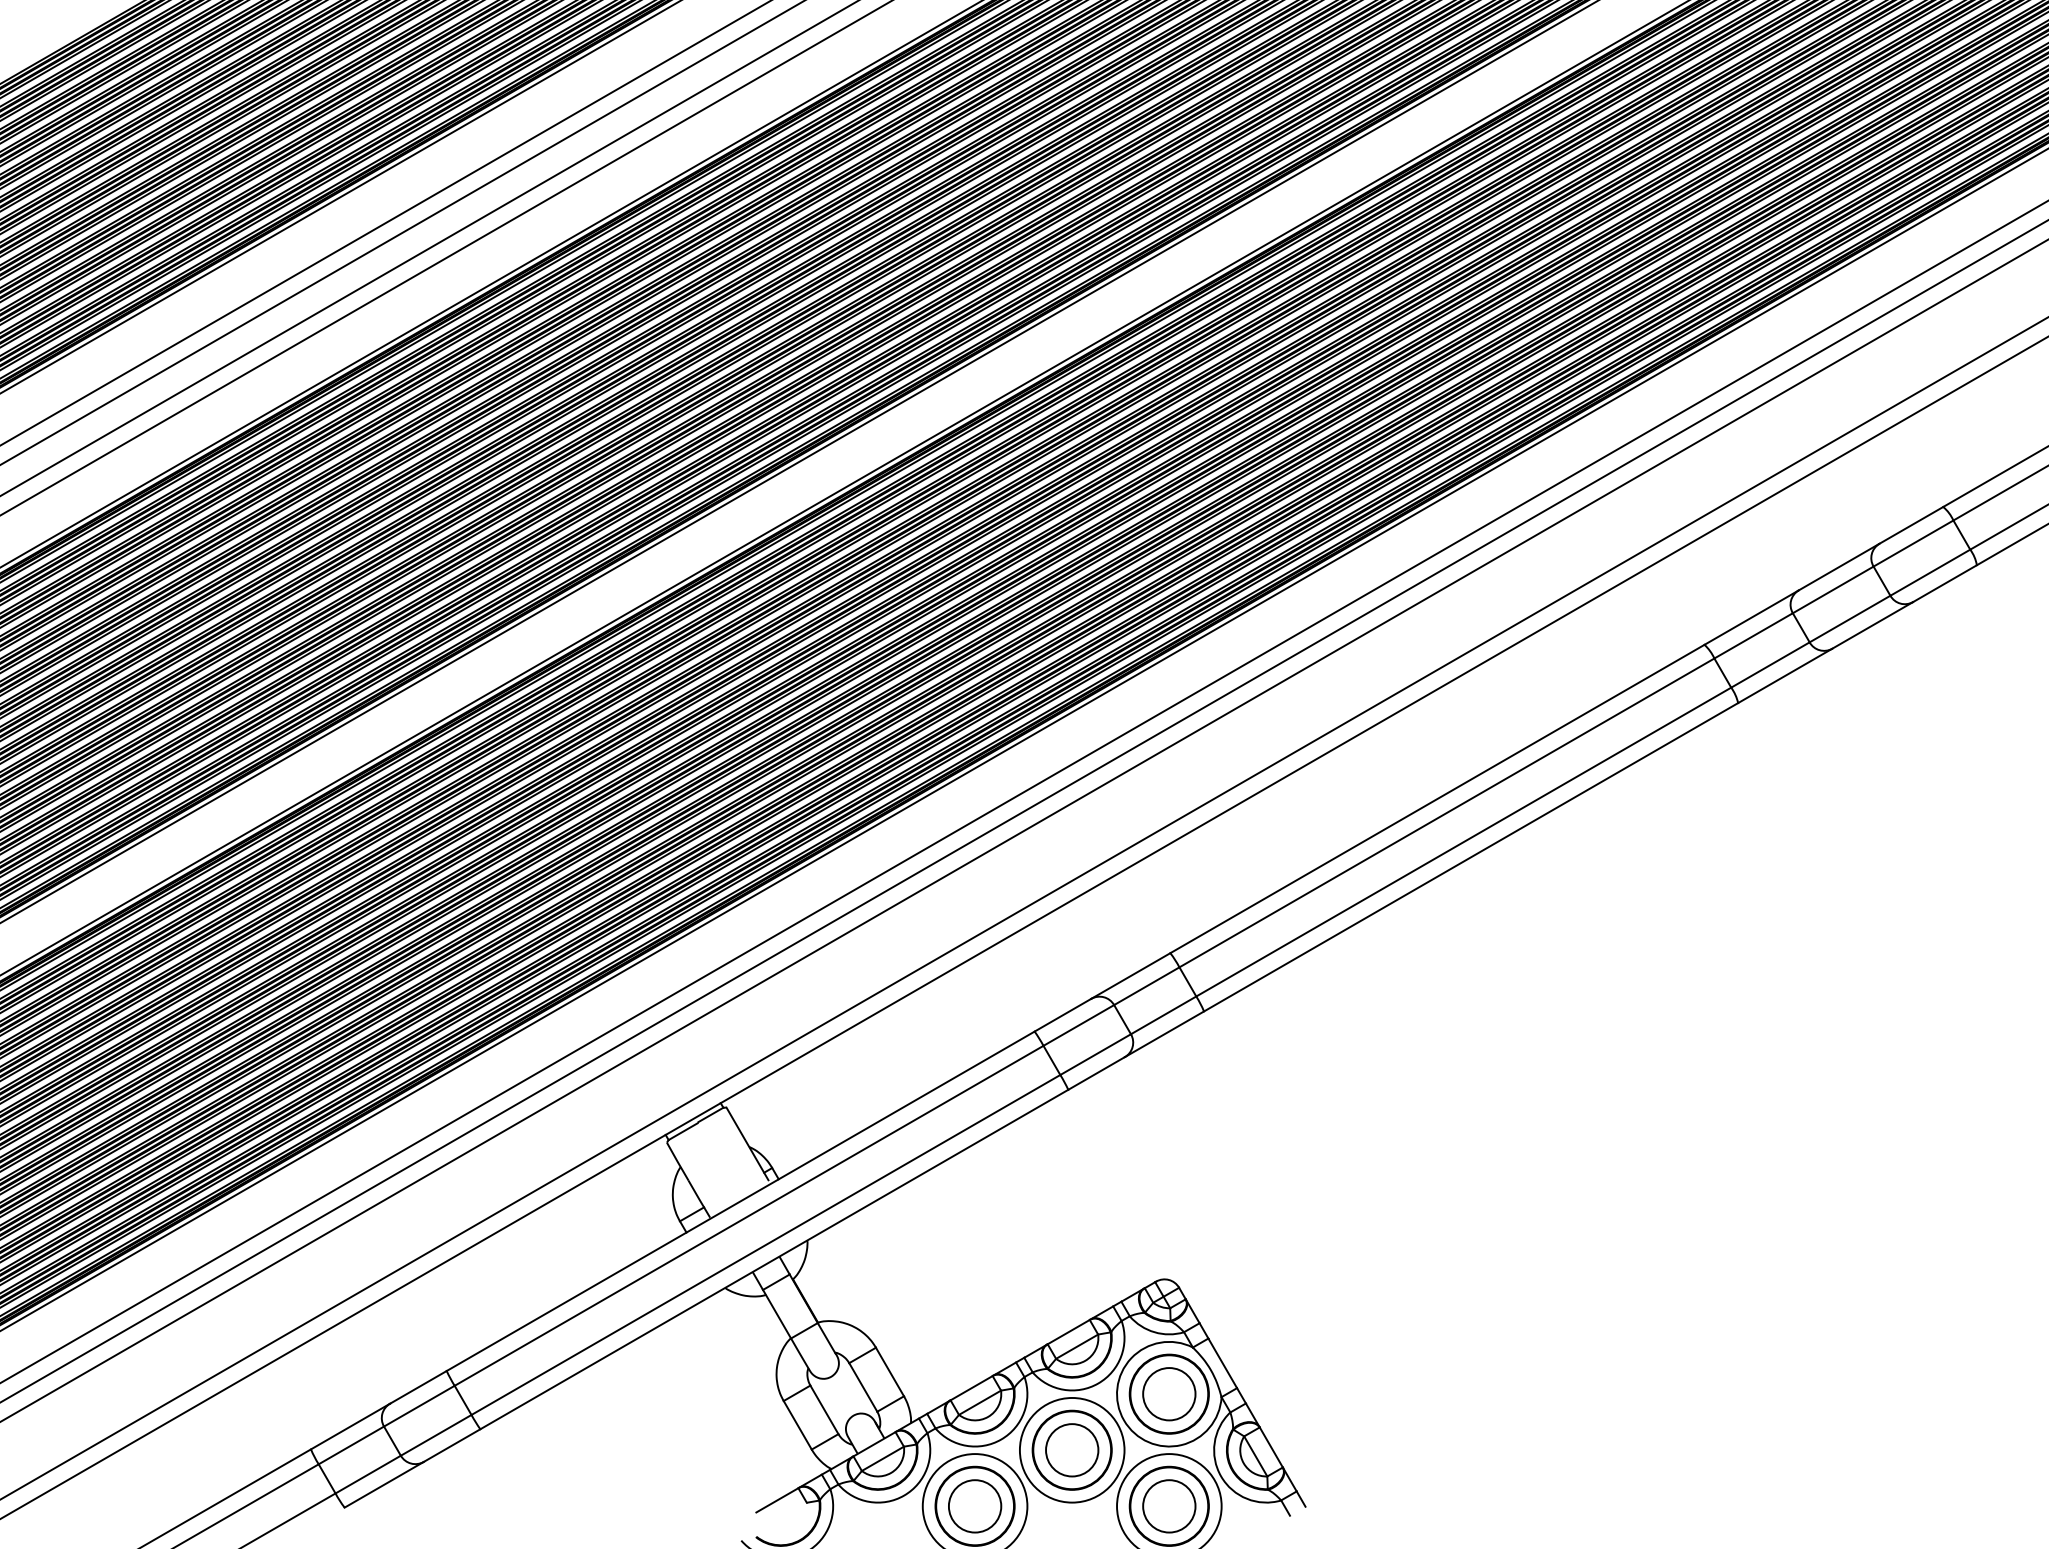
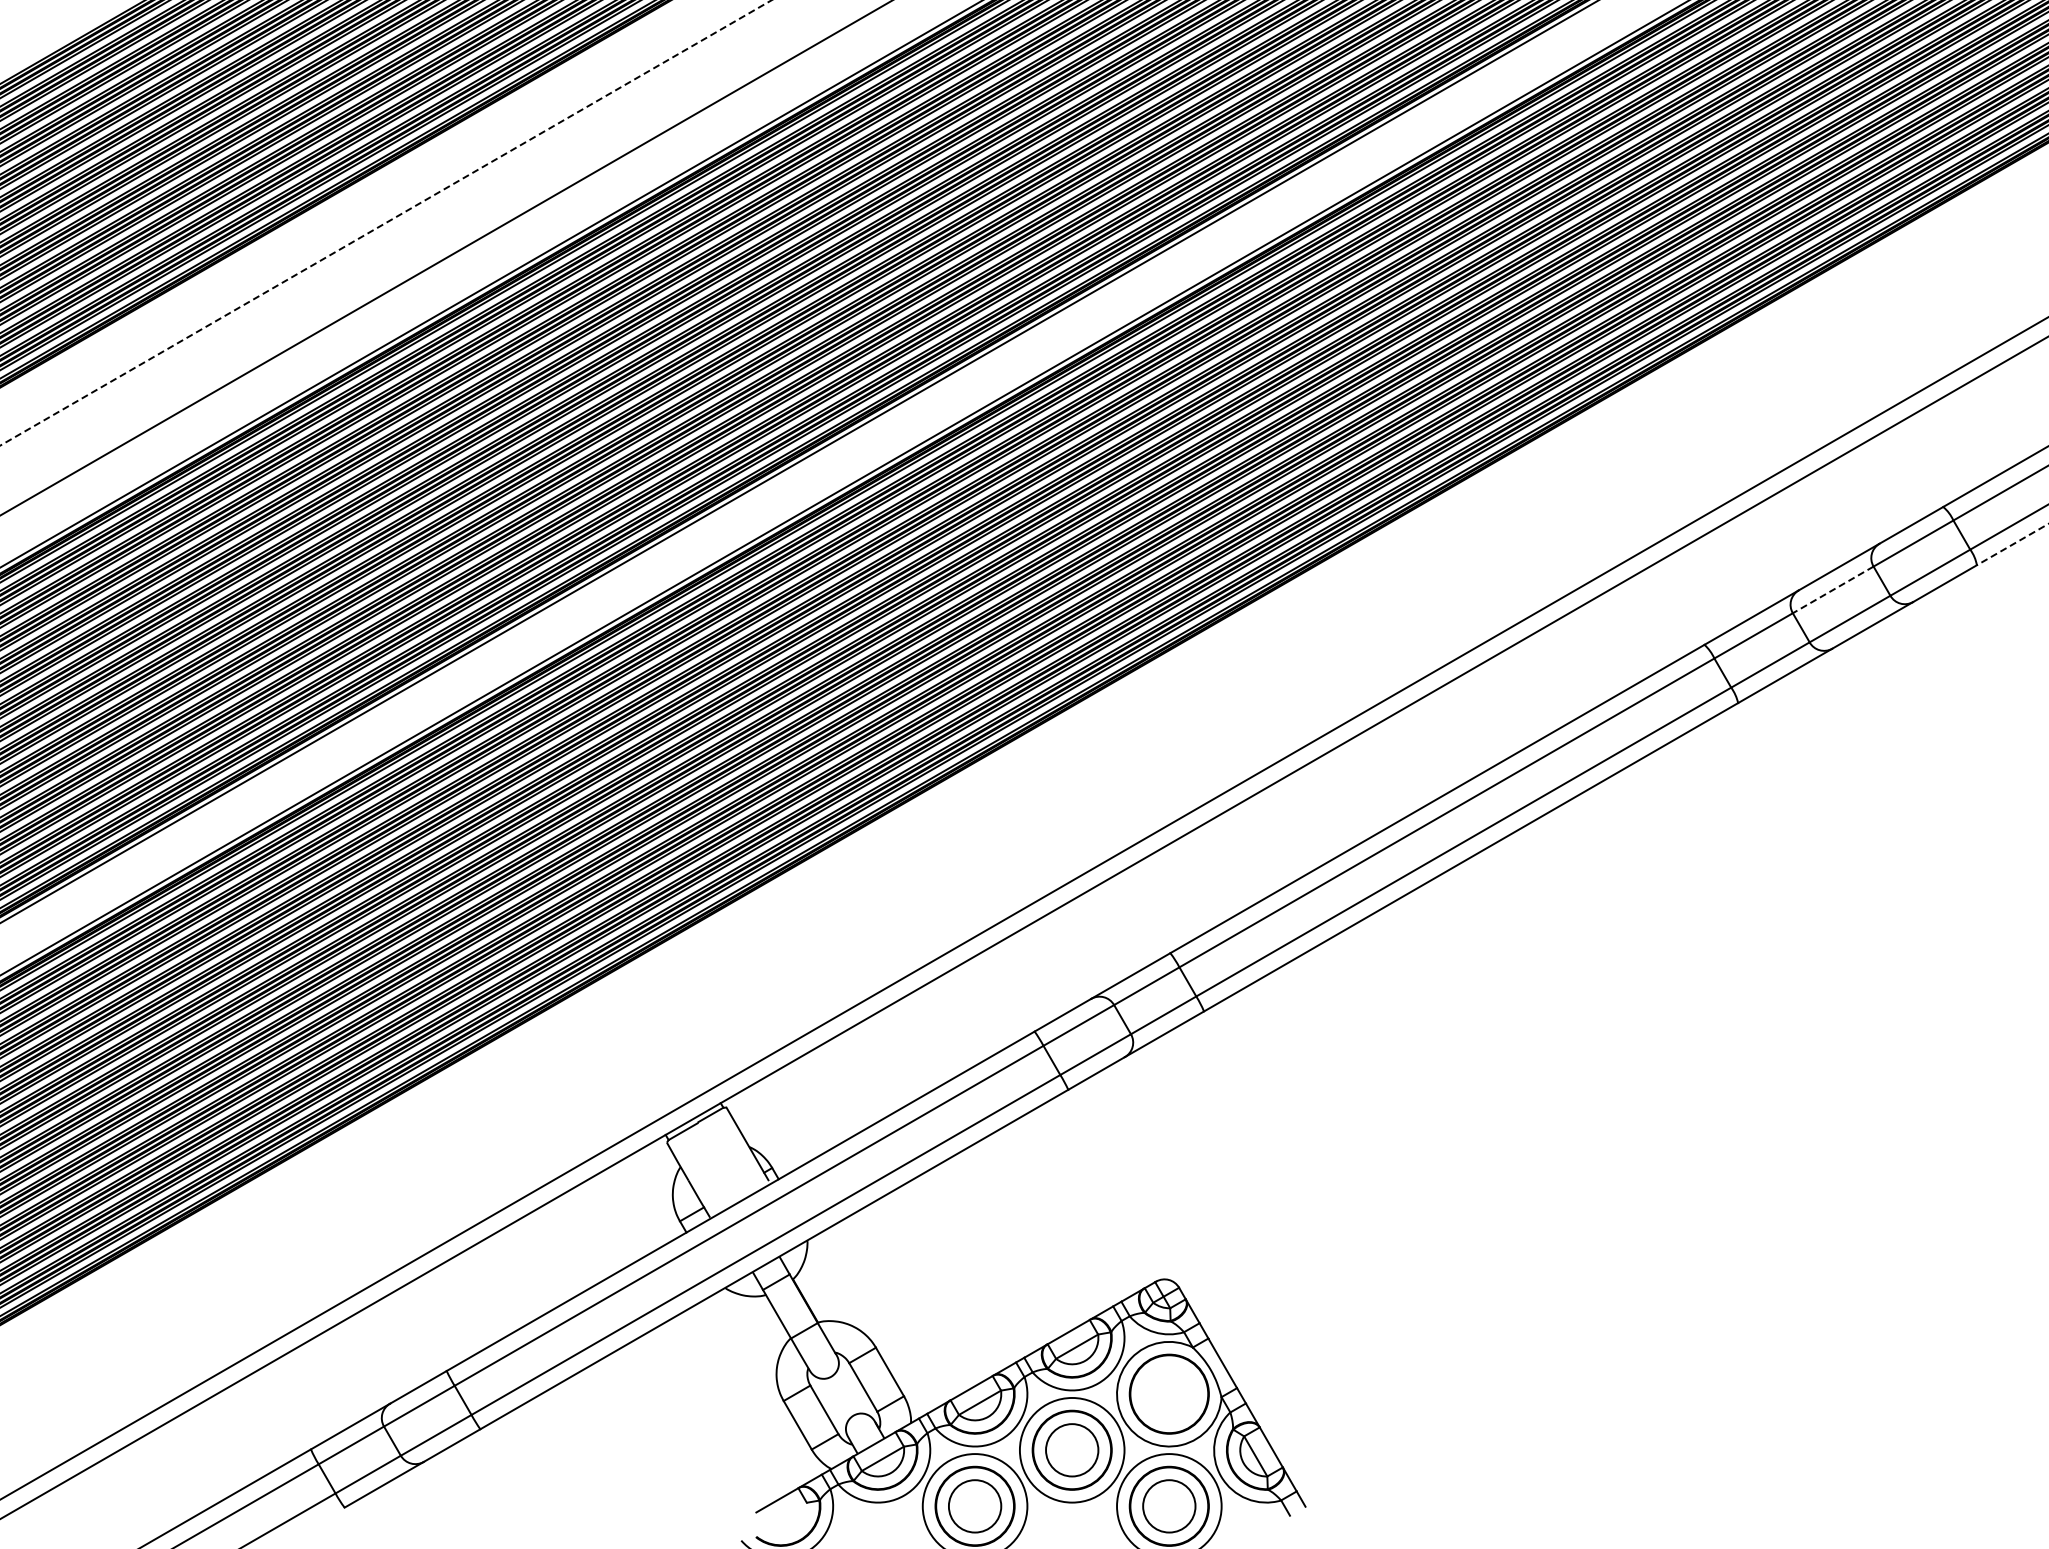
line at (340, 197): present -> none
line at (385, 223): solid -> dashed
line at (401, 232): present -> none
line at (428, 248): present -> none
line at (2012, 544): solid -> dashed
line at (1833, 589): solid -> dashed
line at (1023, 740): present -> none
line at (1023, 791): present -> none
line at (1023, 811): present -> none
line at (1023, 830): present -> none
circle at (1169, 1394): present -> none
